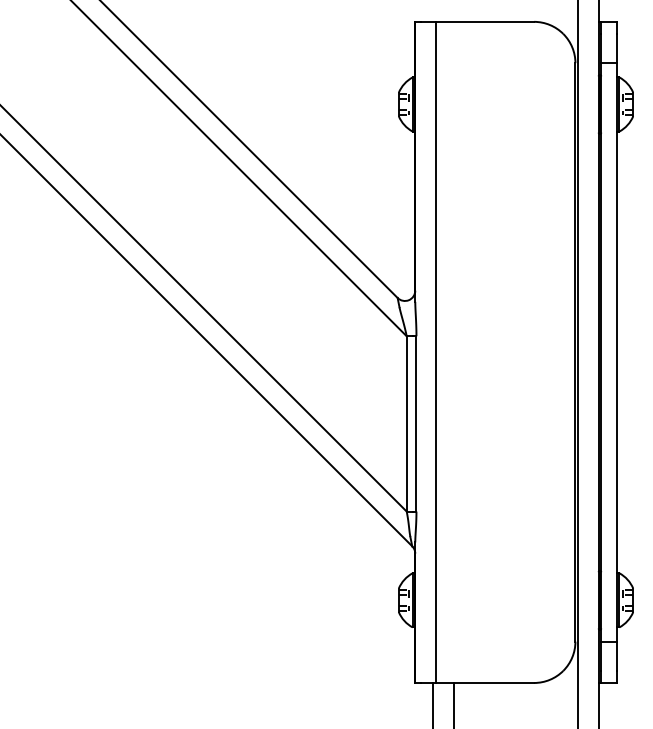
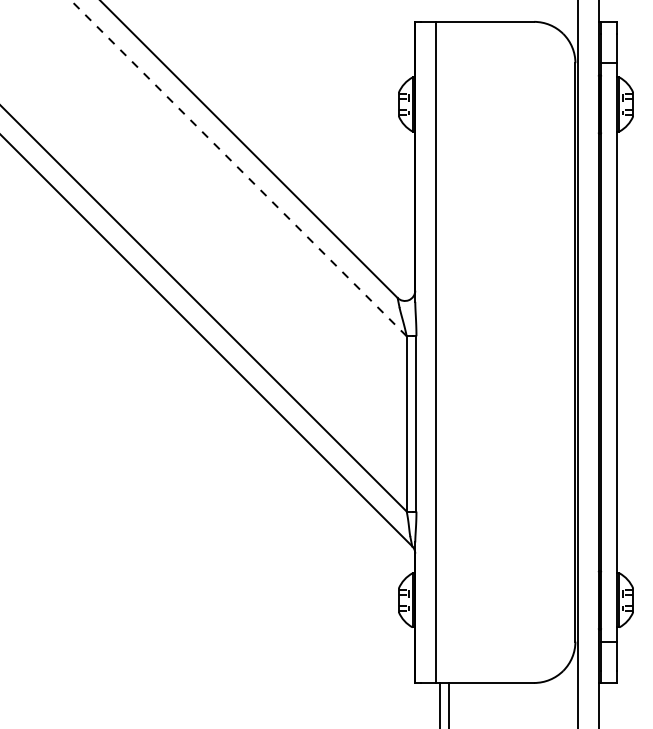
line at (238, 168): solid -> dashed
line at (433, 703) position: (433, 703) -> (440, 703)
line at (454, 703) position: (454, 703) -> (449, 703)
